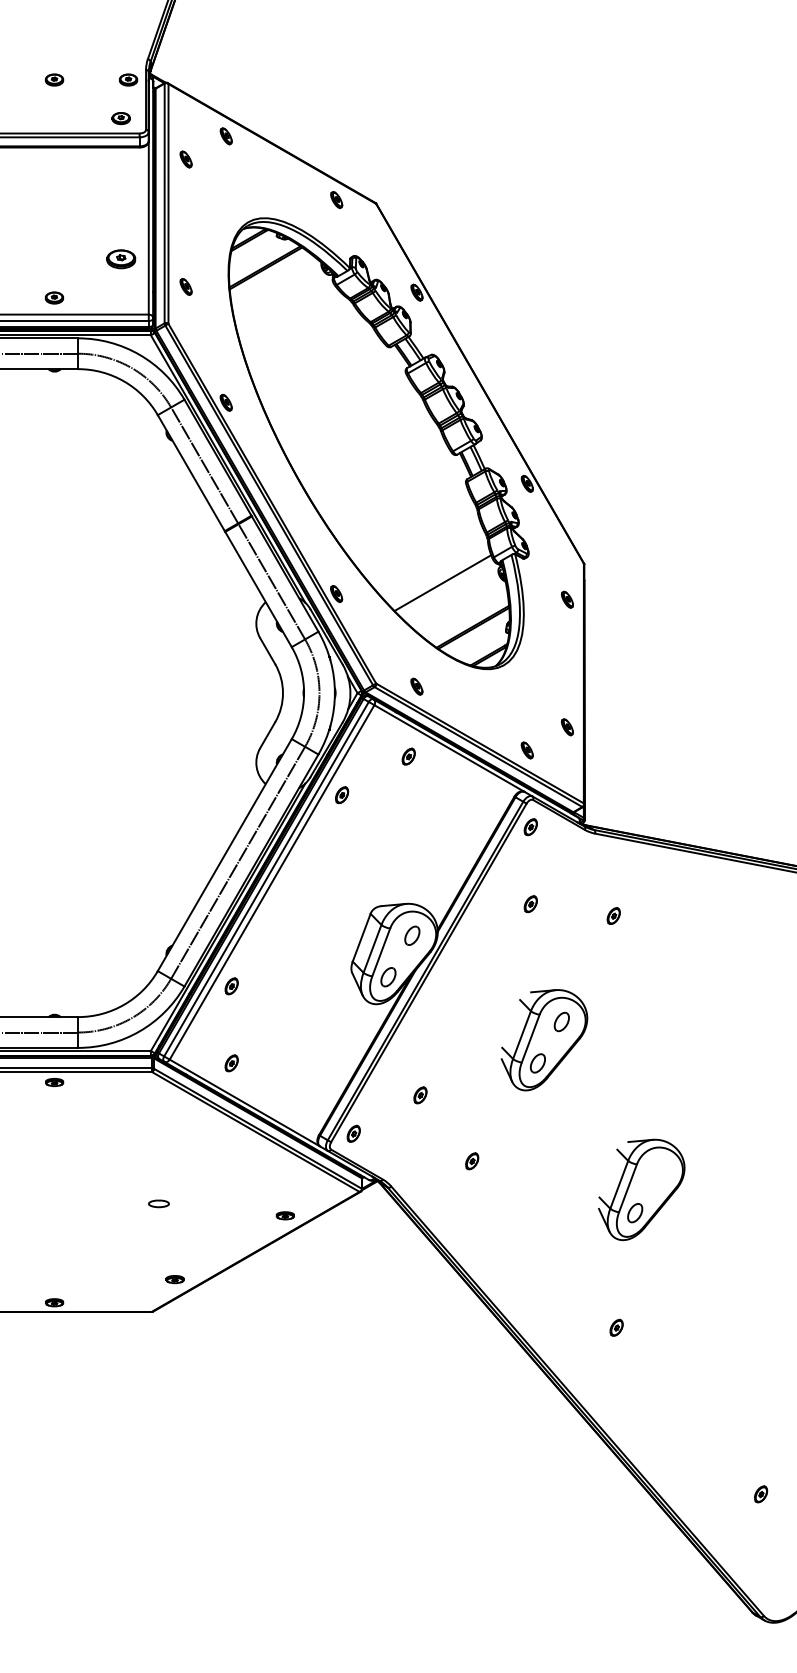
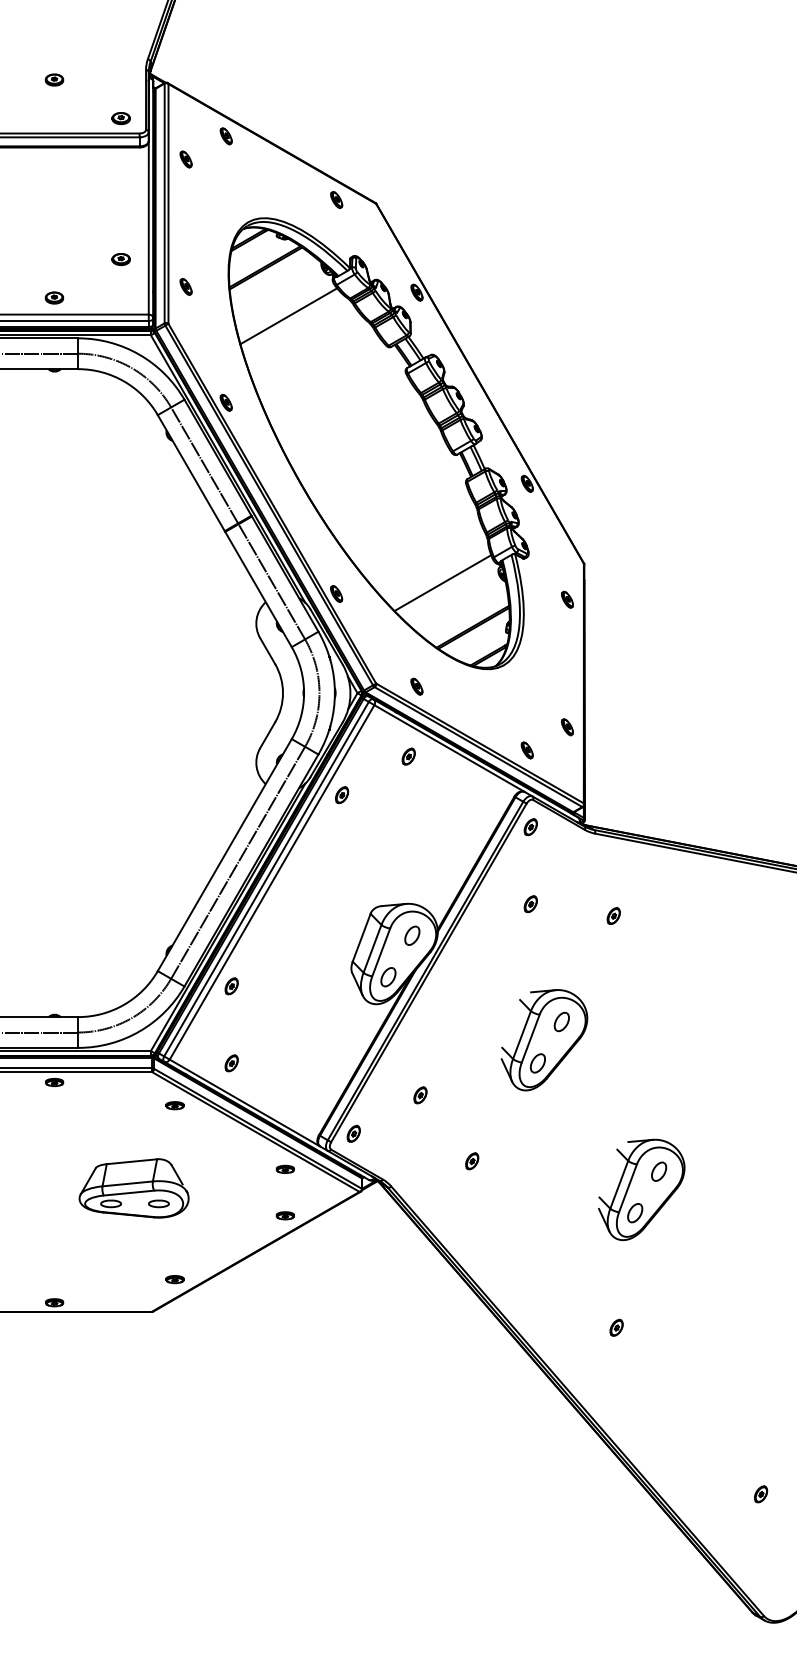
part at (128, 79): present -> none
part at (121, 259) size: 31x21 px -> 20x14 px
line at (288, 316): none -> present
part at (174, 1105): none -> present
part at (284, 1168): none -> present
part at (659, 1171): none -> present
part at (133, 1188): none -> present
